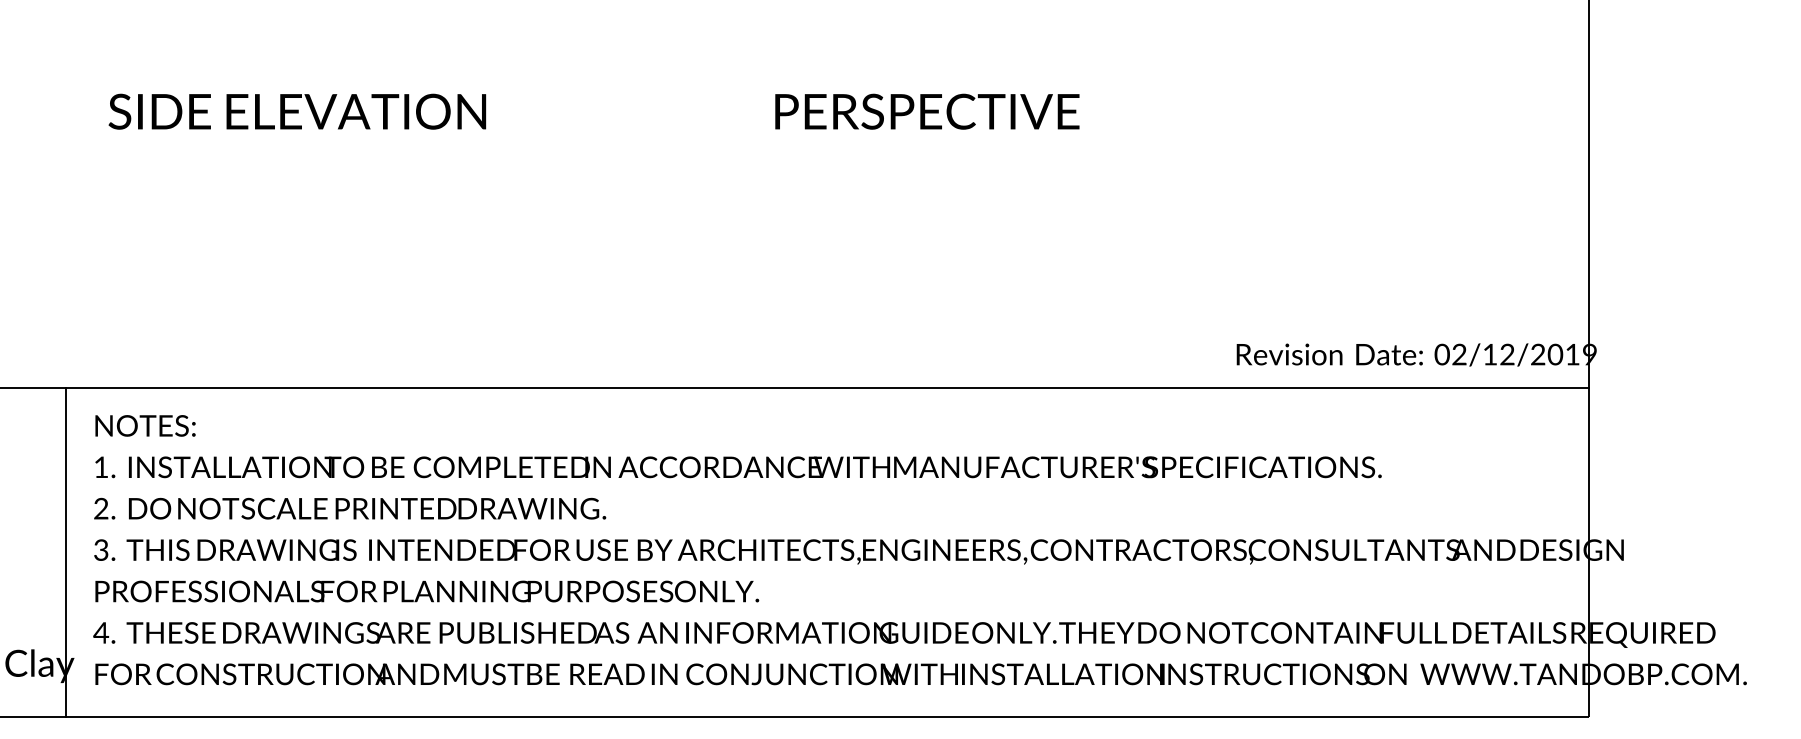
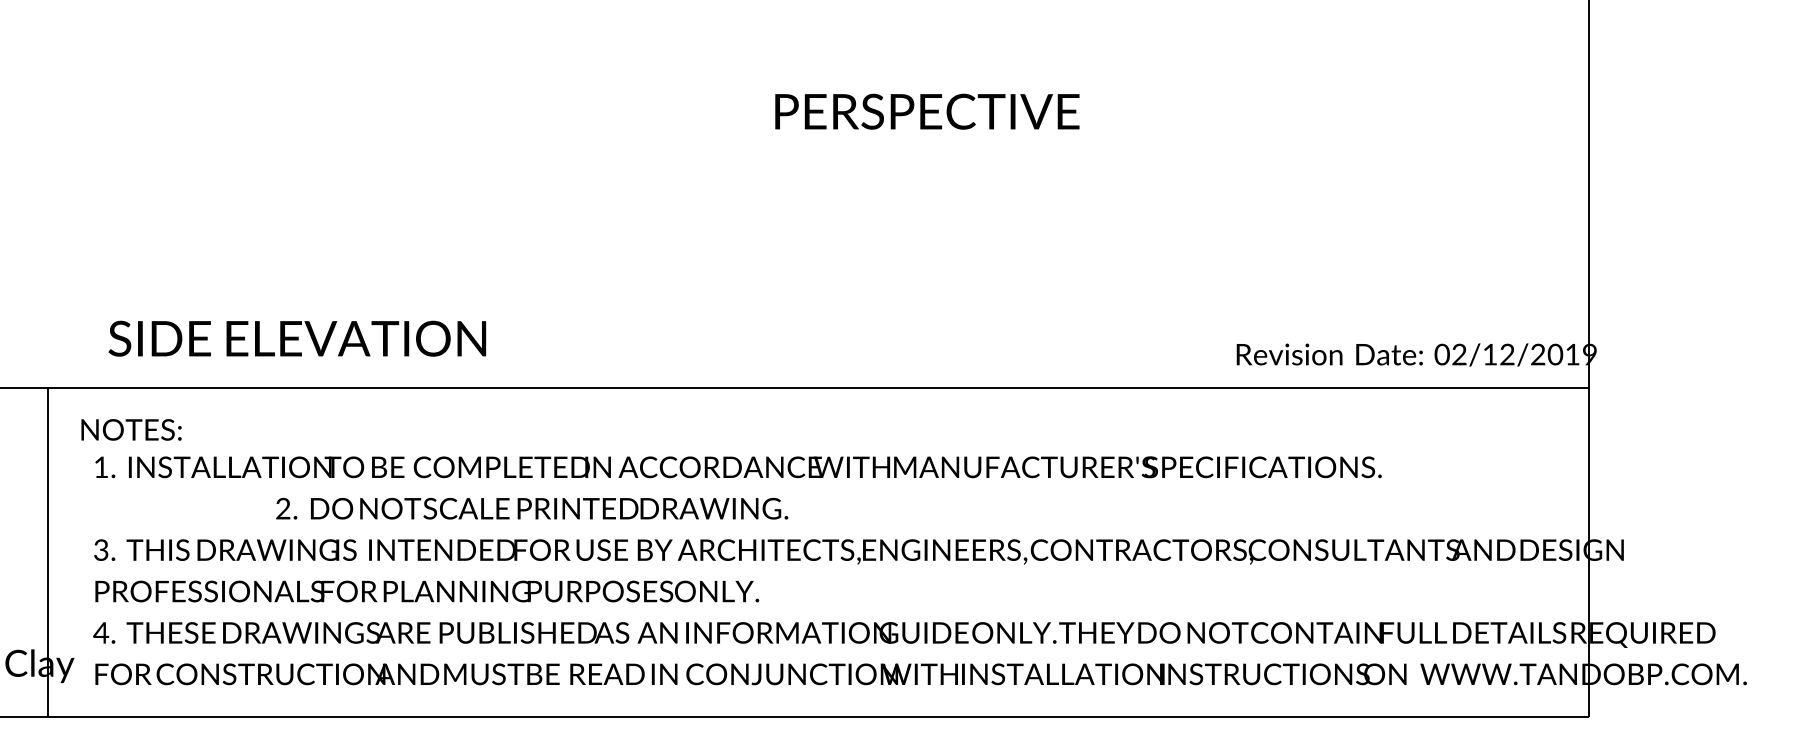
text at (297, 111) position: (297, 111) -> (297, 338)
text at (145, 425) position: (145, 425) -> (131, 429)
text at (350, 508) position: (350, 508) -> (532, 508)
line at (65, 551) position: (65, 551) -> (47, 551)
